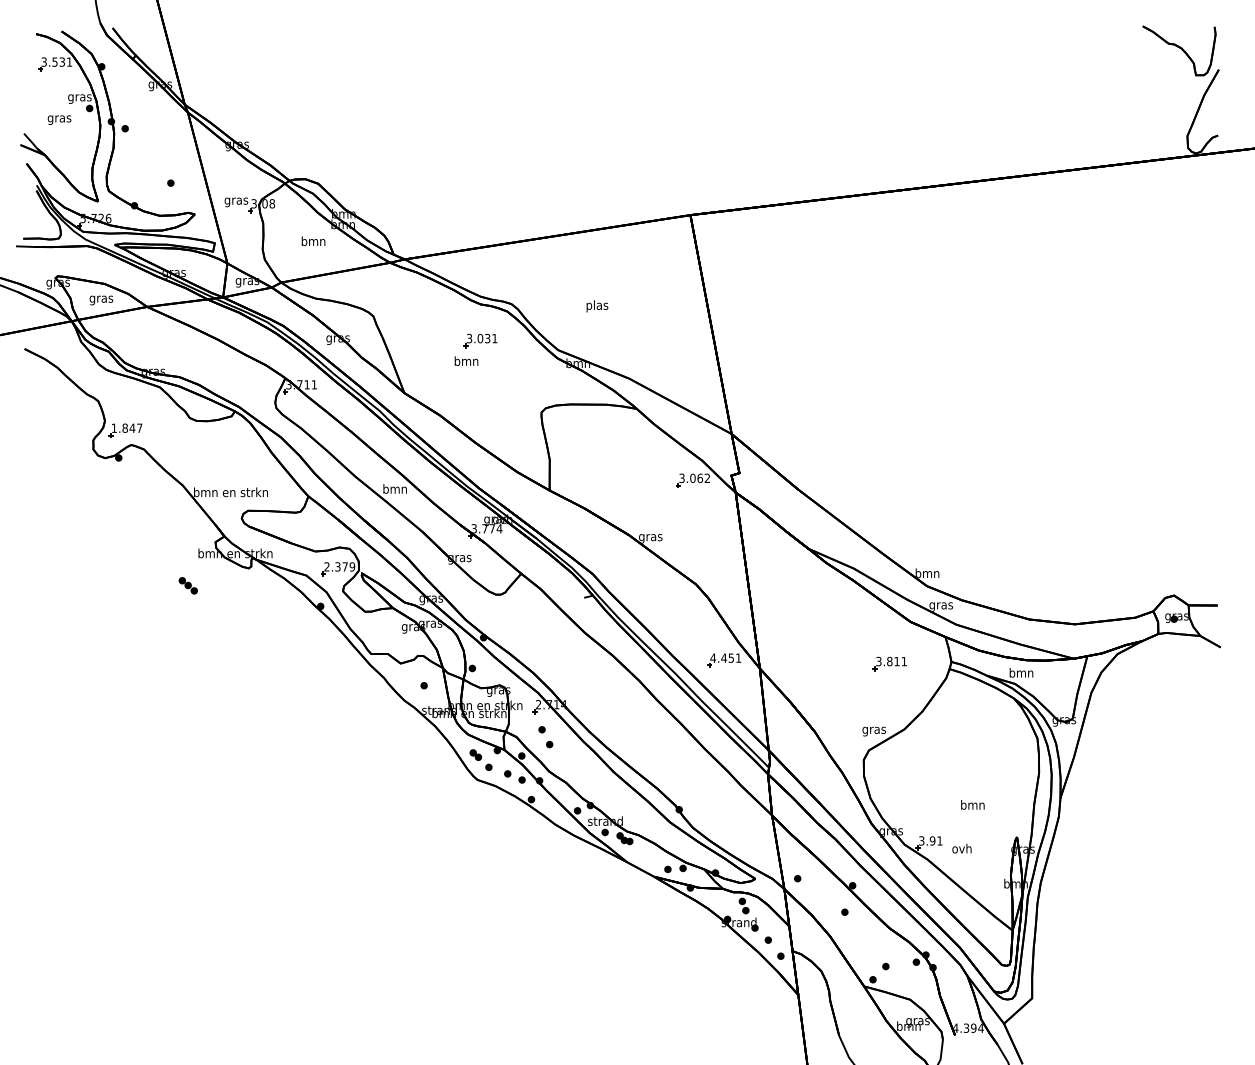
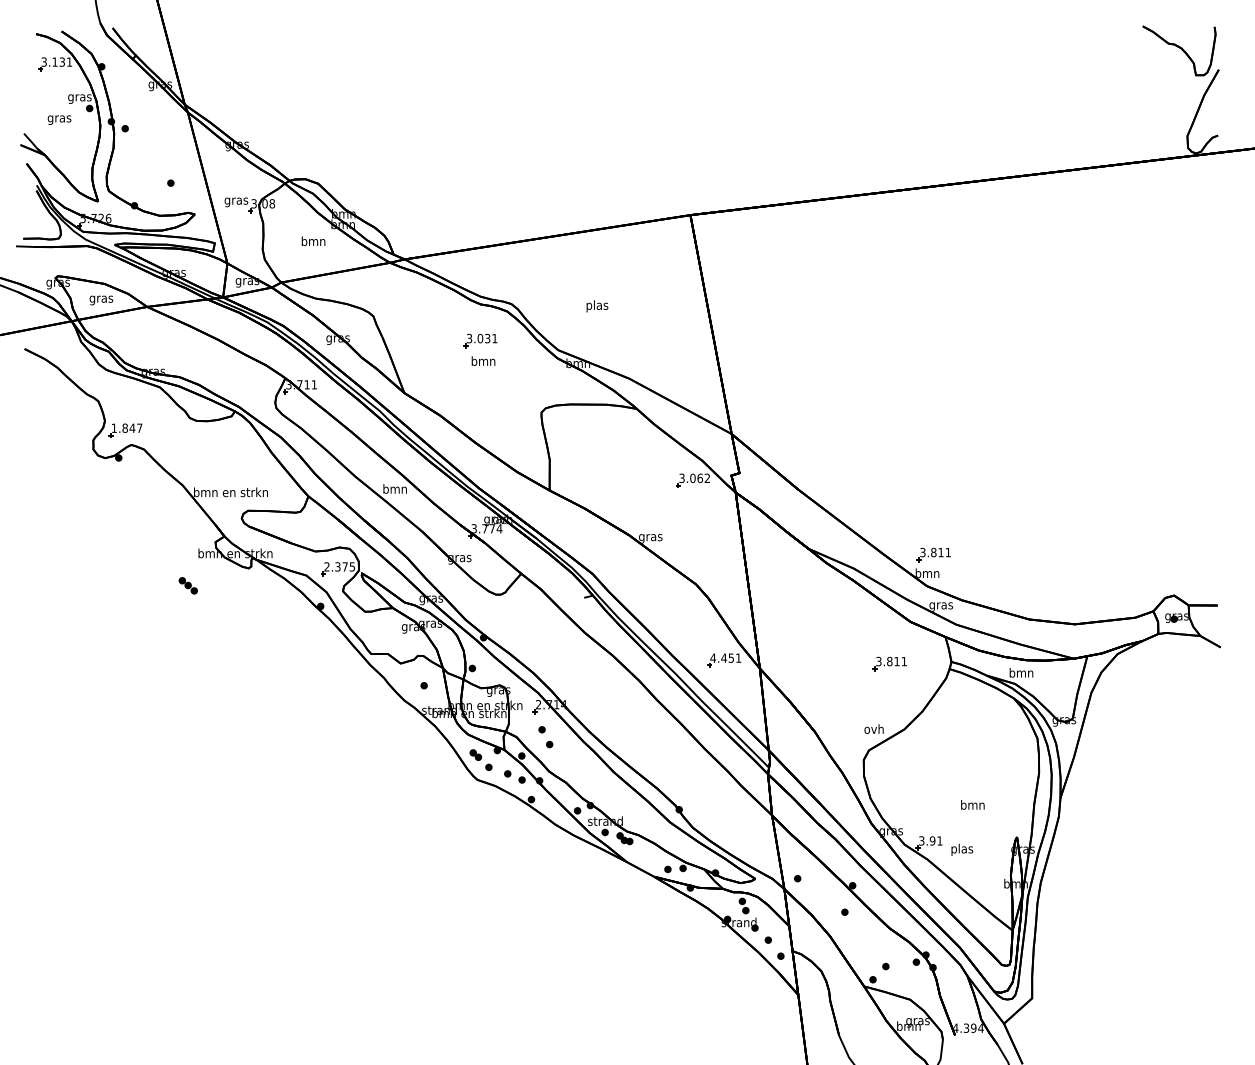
text at (54, 61): 3.531 -> 3.131
text at (466, 360) position: (466, 360) -> (483, 360)
part at (933, 554): none -> present
text at (352, 566): 2.379 -> 2.375
text at (873, 730): gras -> ovh
text at (962, 849): ovh -> plas
